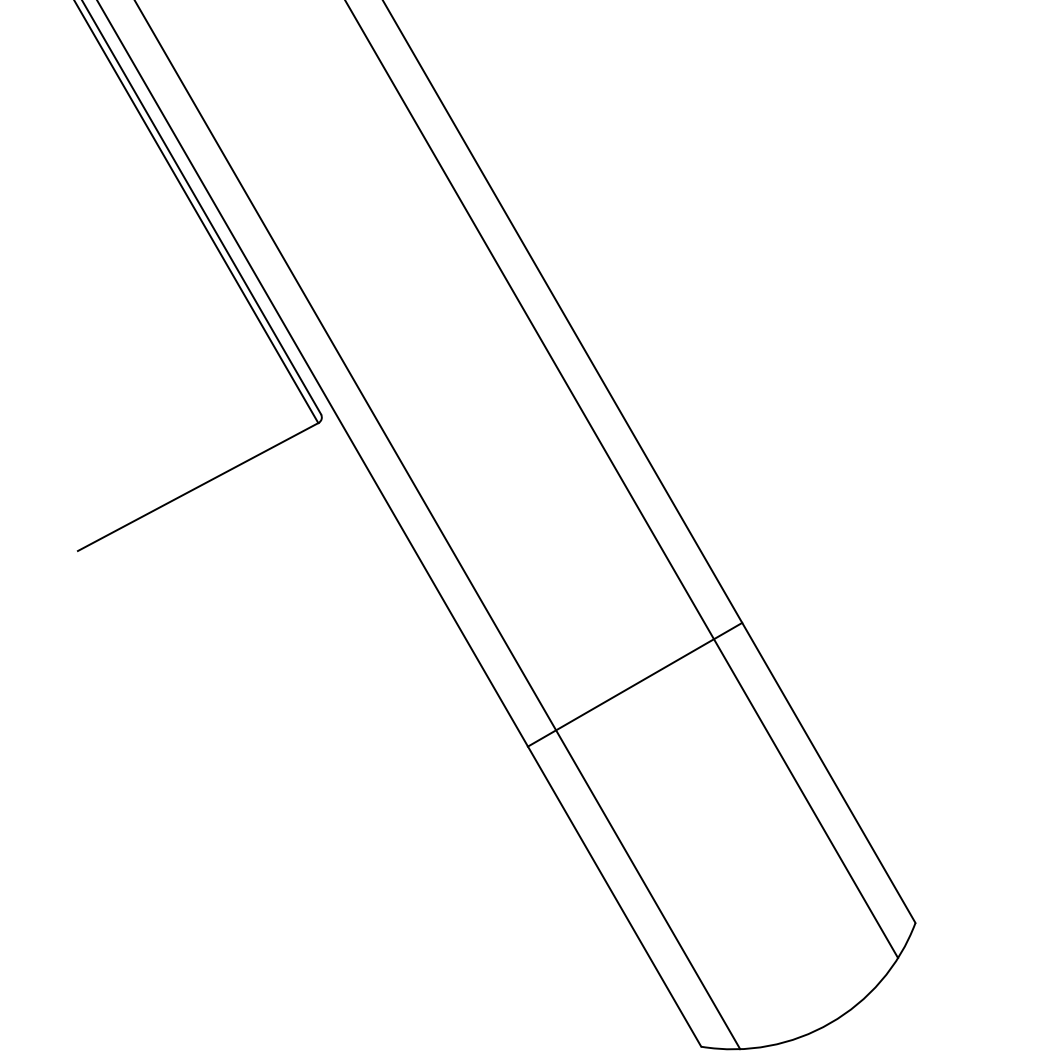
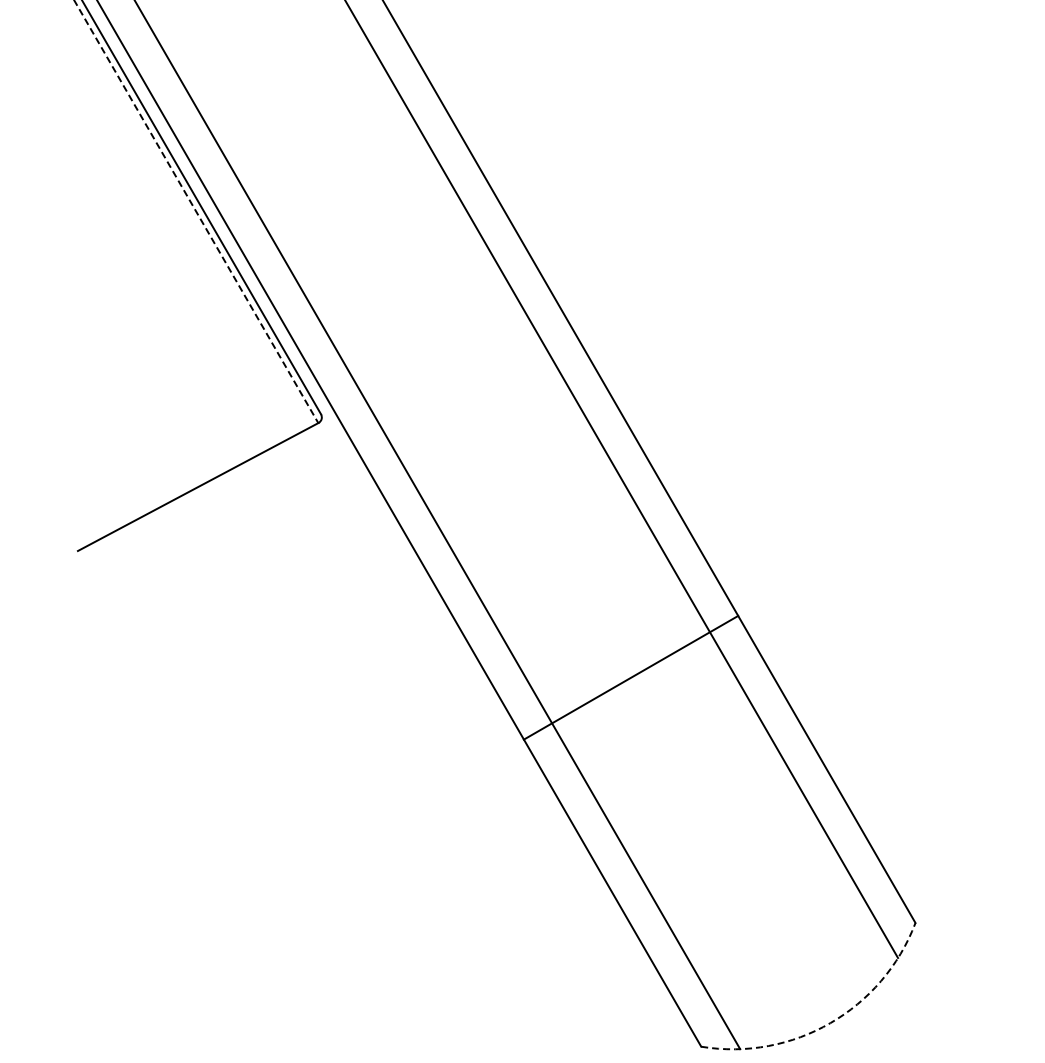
line at (196, 211): solid -> dashed
line at (634, 684) position: (634, 684) -> (630, 677)
arc at (830, 1023): solid -> dashed
